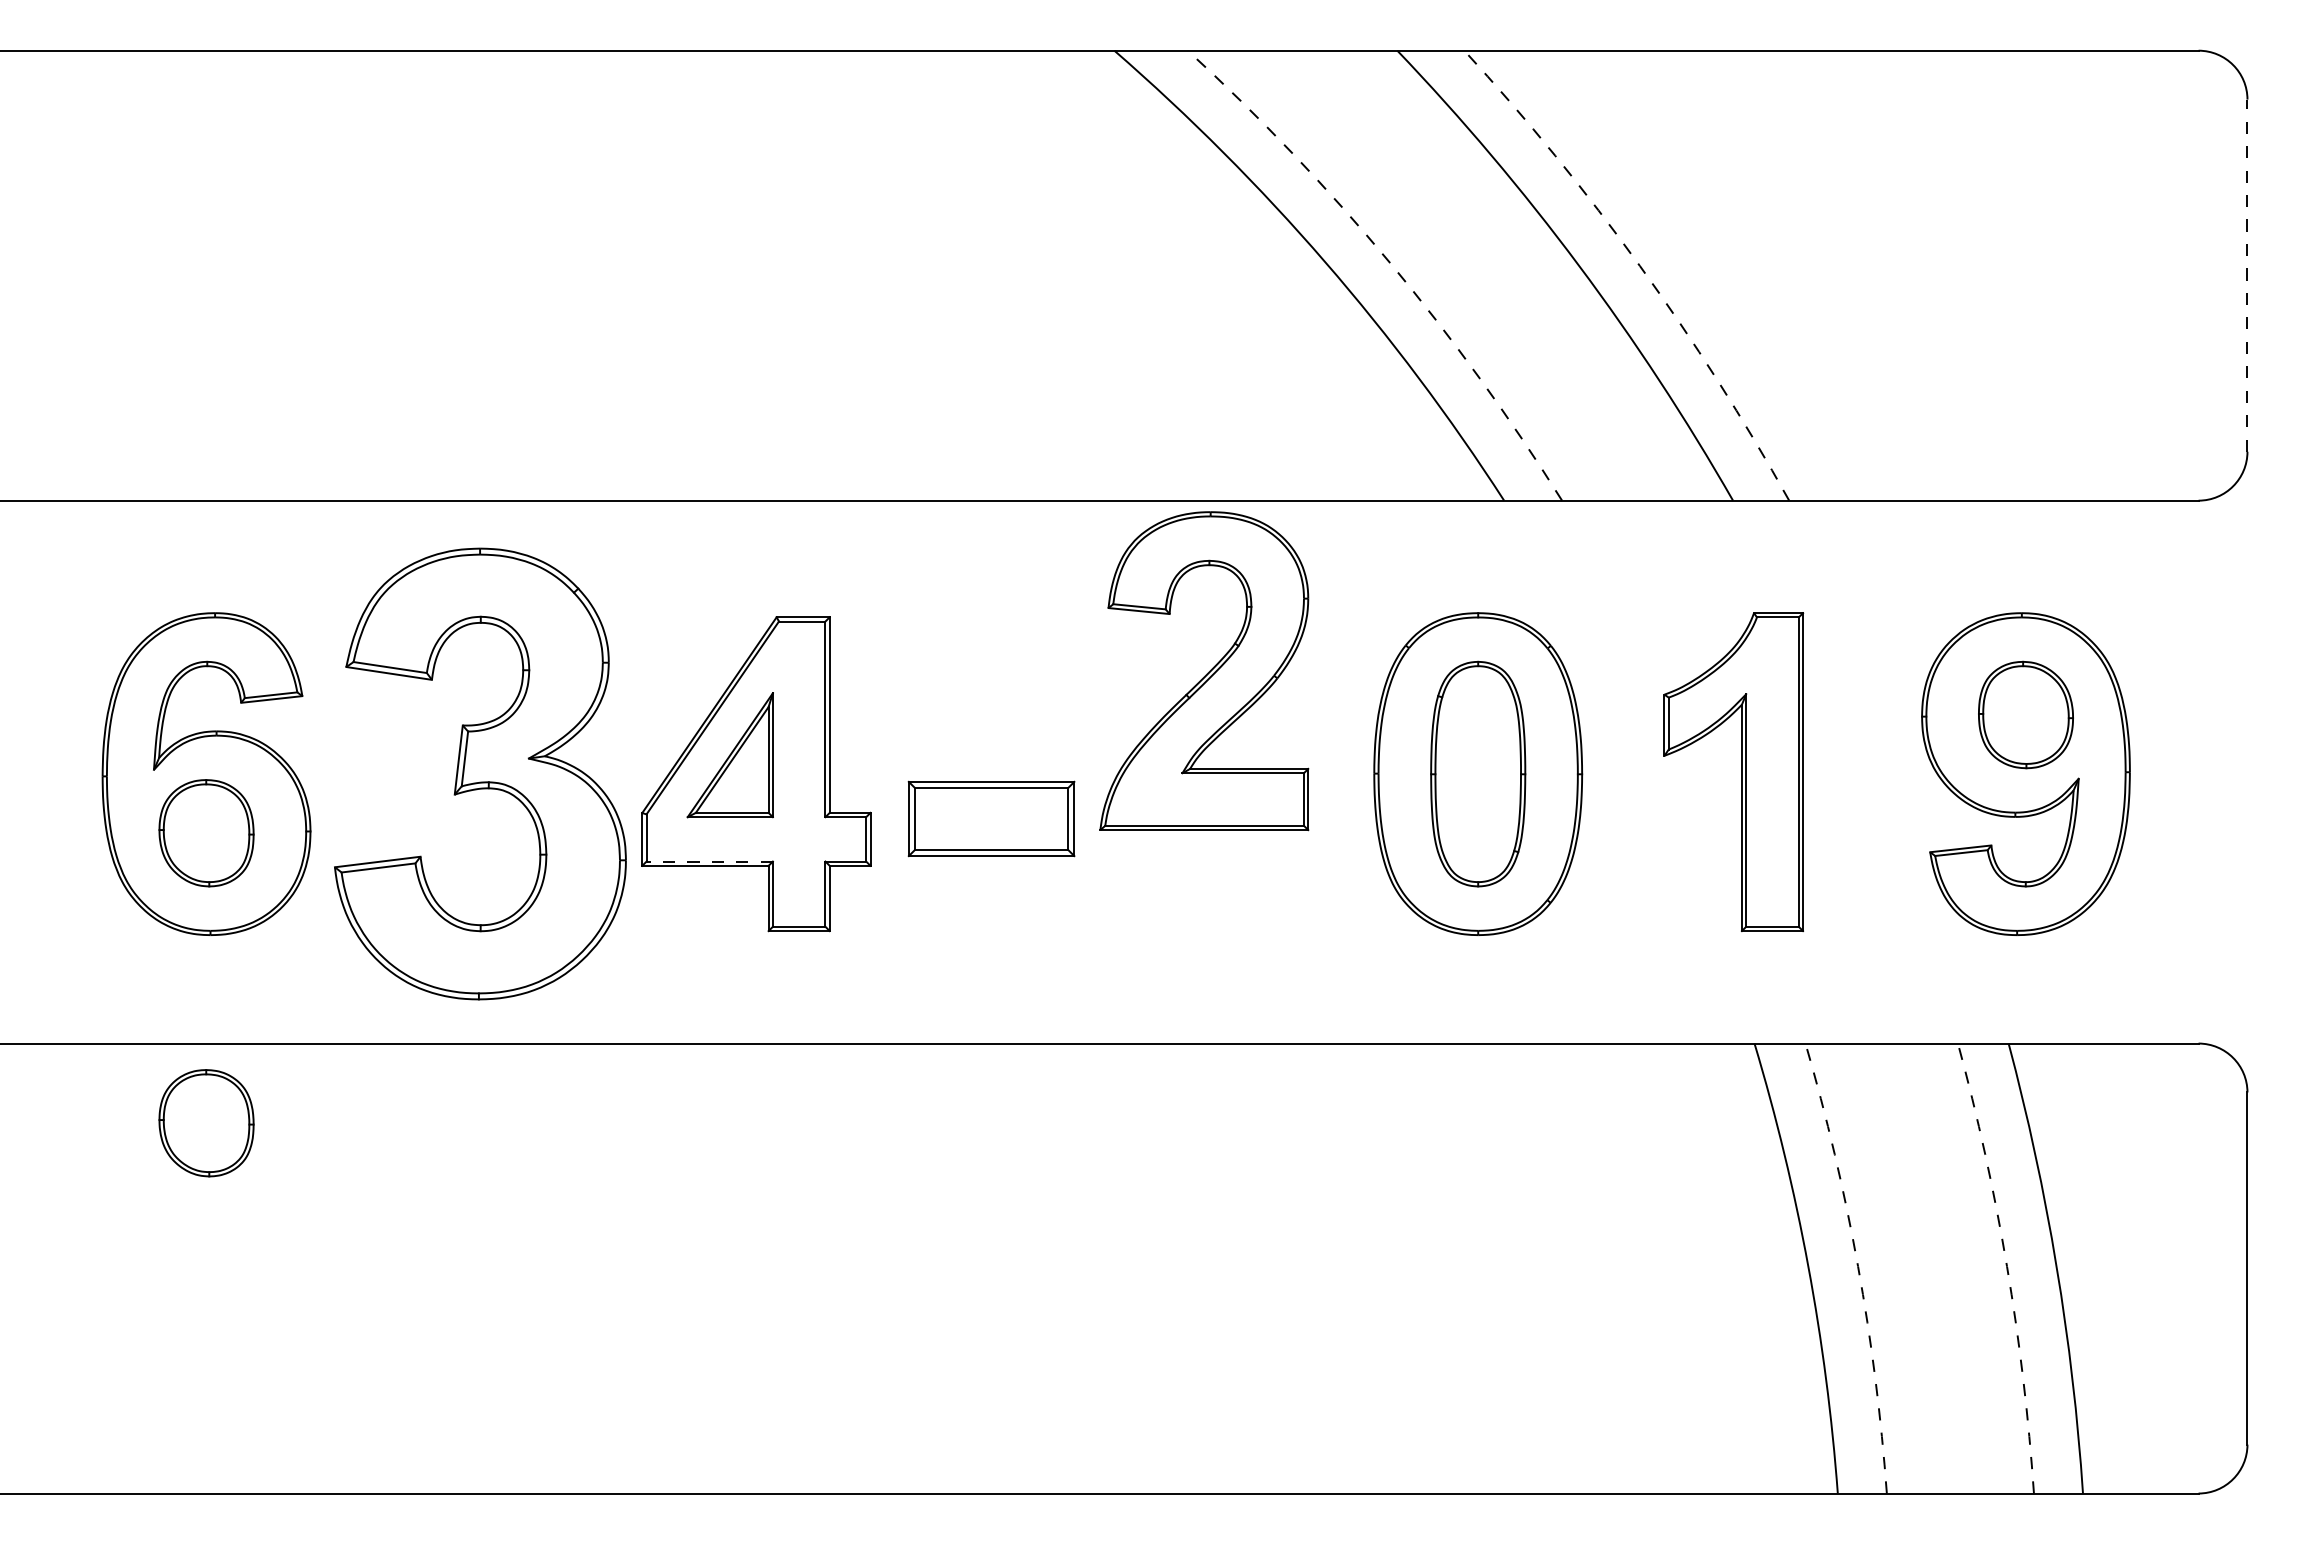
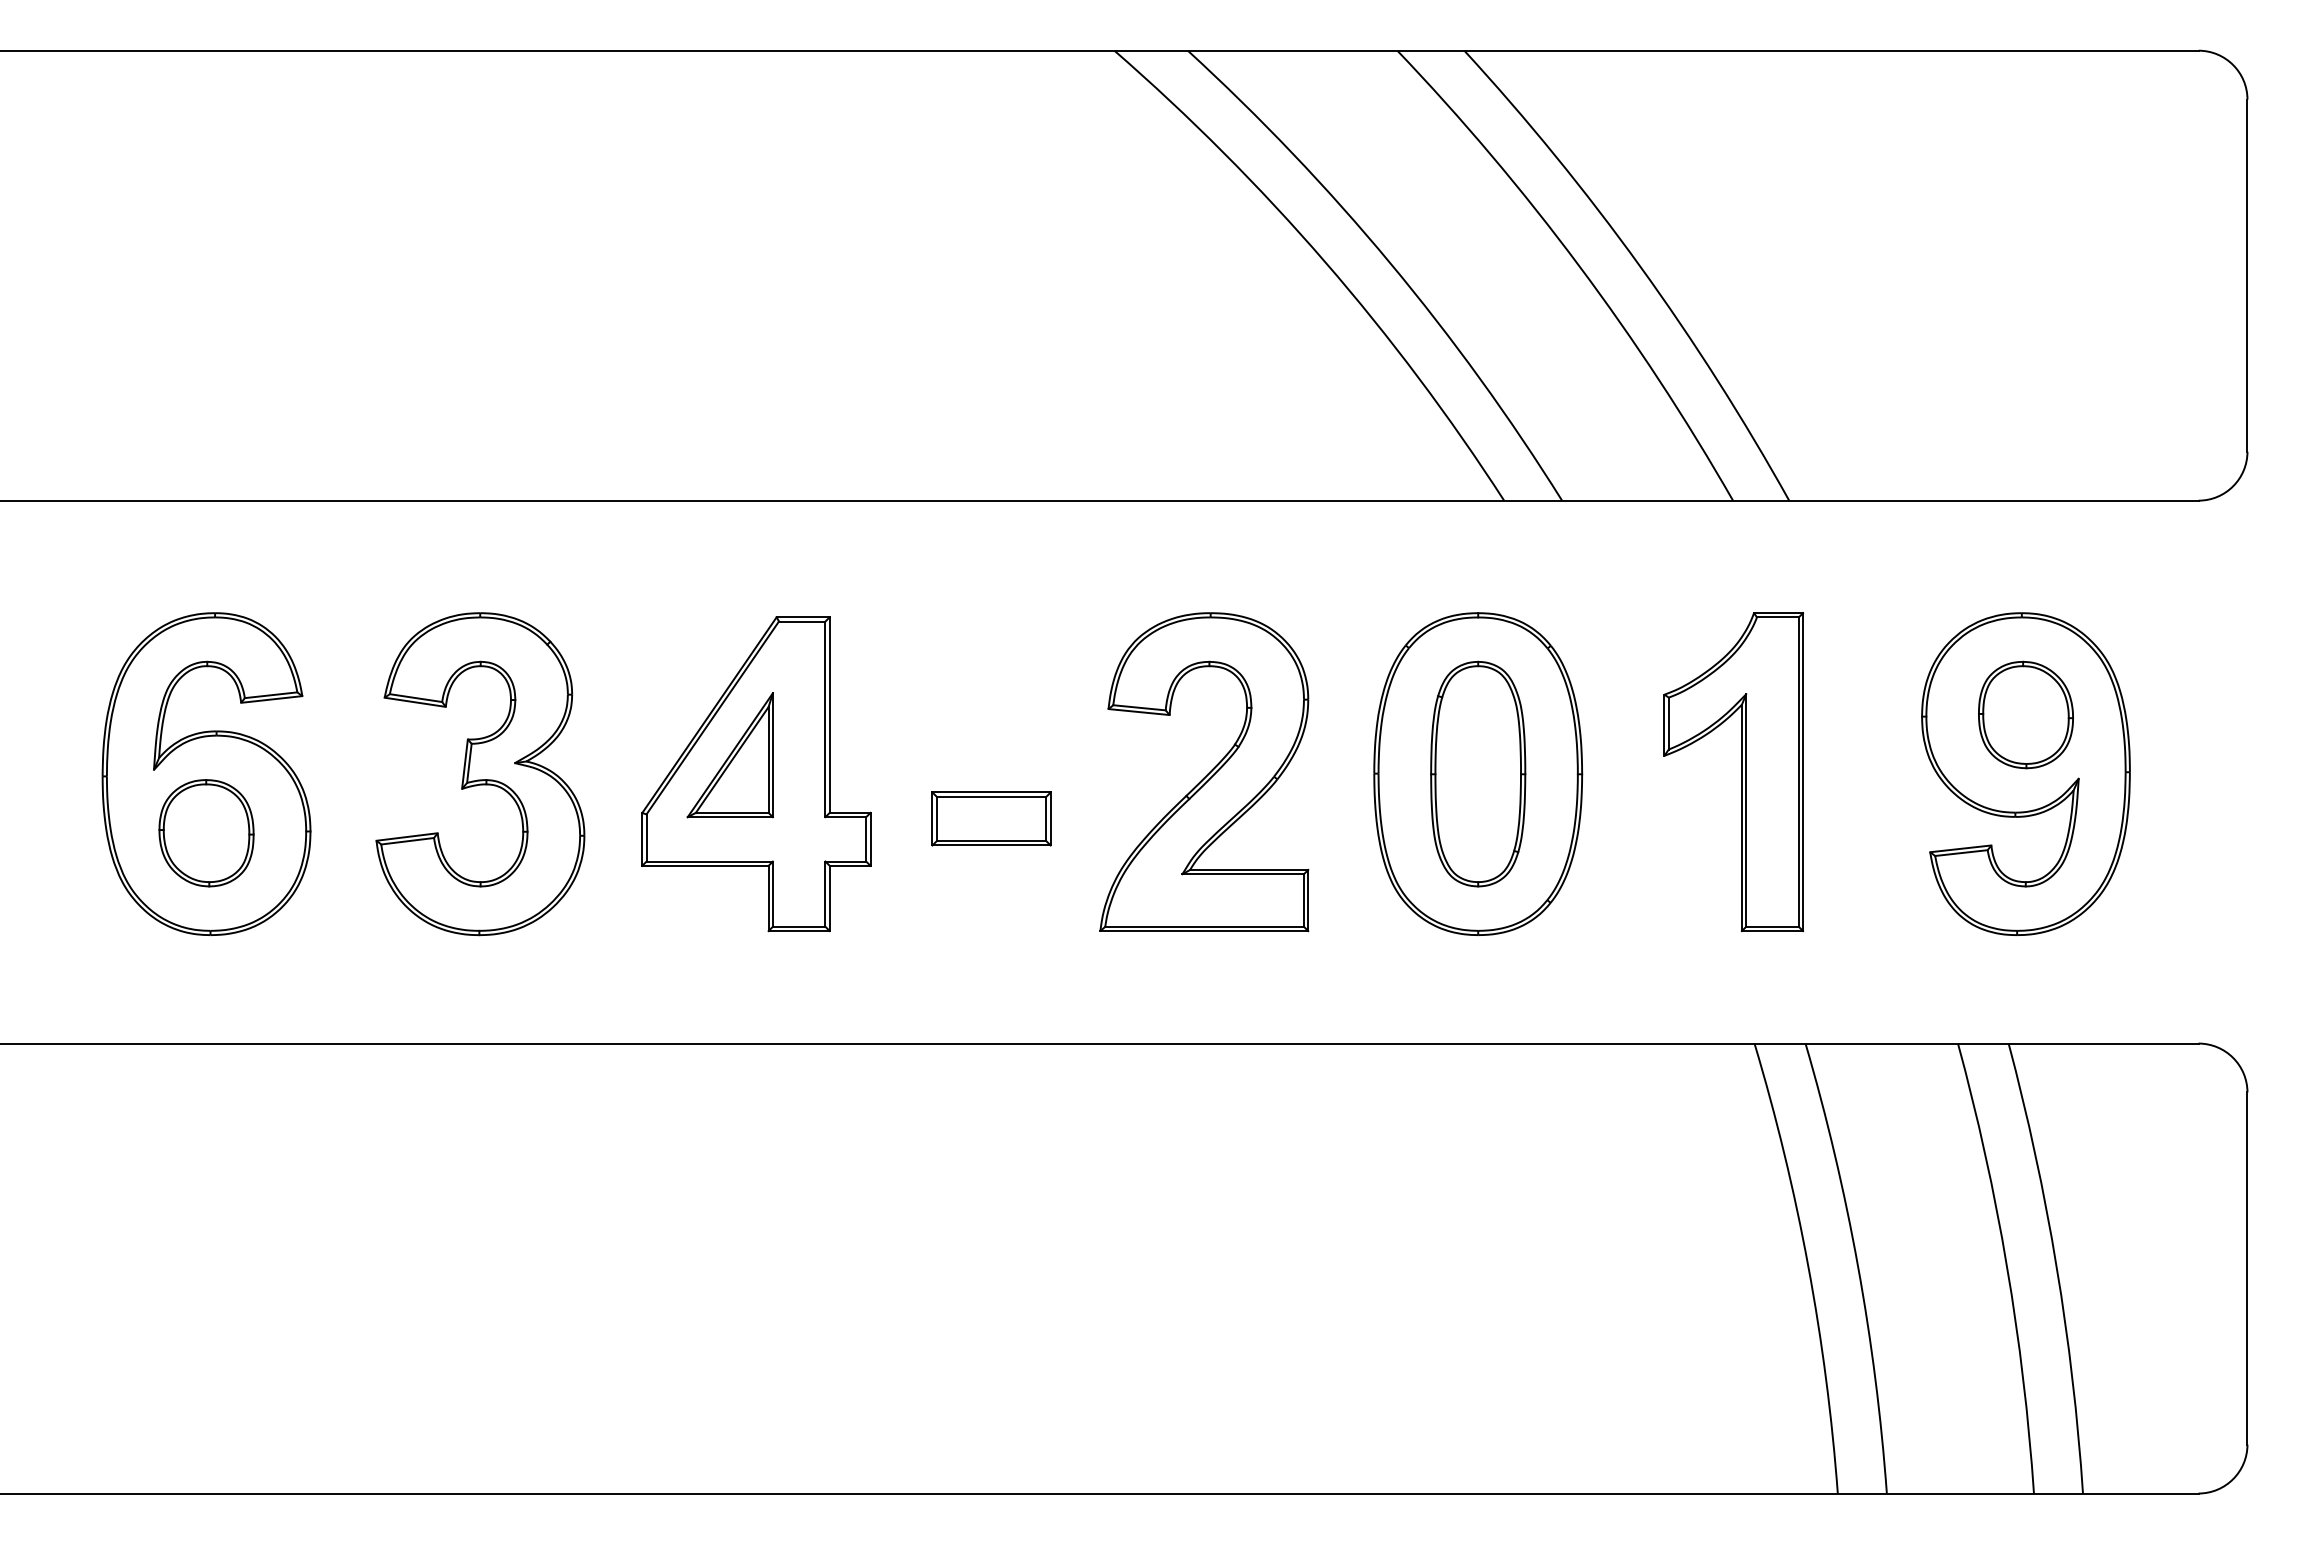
arc at (1390, 263): dashed -> solid
arc at (1640, 266): dashed -> solid
line at (2247, 275): dashed -> solid
part at (1204, 671) position: (1204, 671) -> (1204, 772)
part at (480, 773) size: 293x454 px -> 211x325 px
part at (991, 818) size: 169x78 px -> 121x56 px
line at (709, 861): dashed -> solid
part at (206, 1123): present -> none
arc at (1858, 1266): dashed -> solid
arc at (2007, 1266): dashed -> solid
